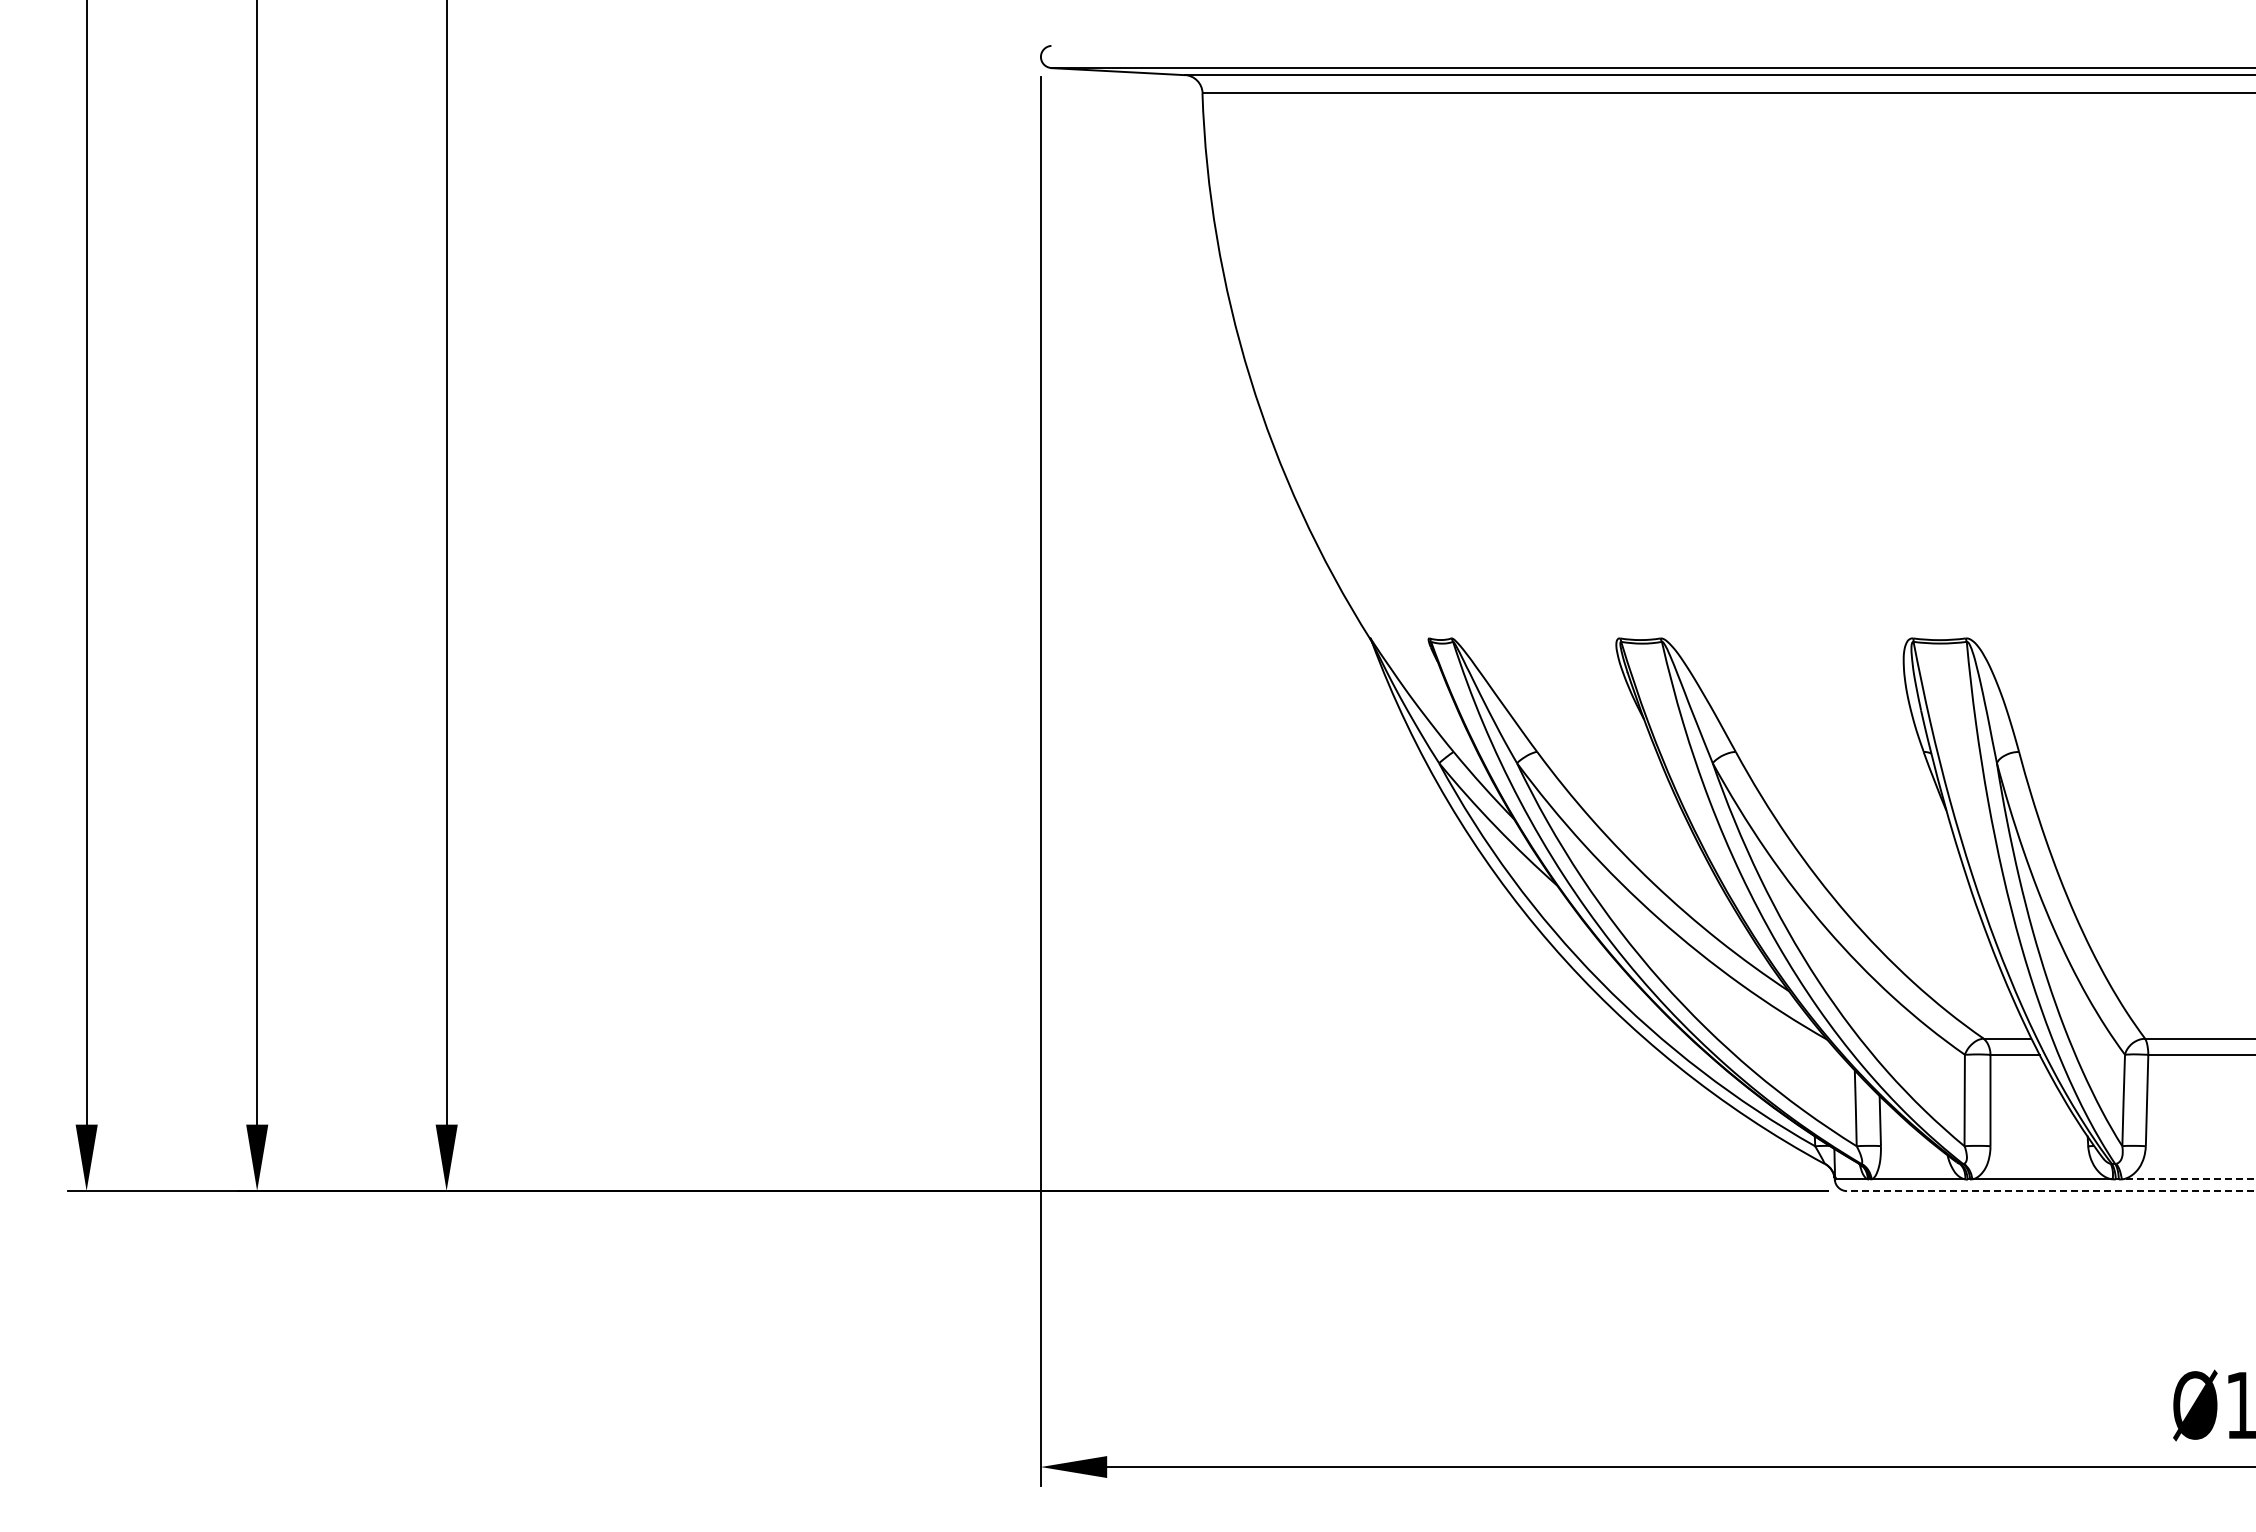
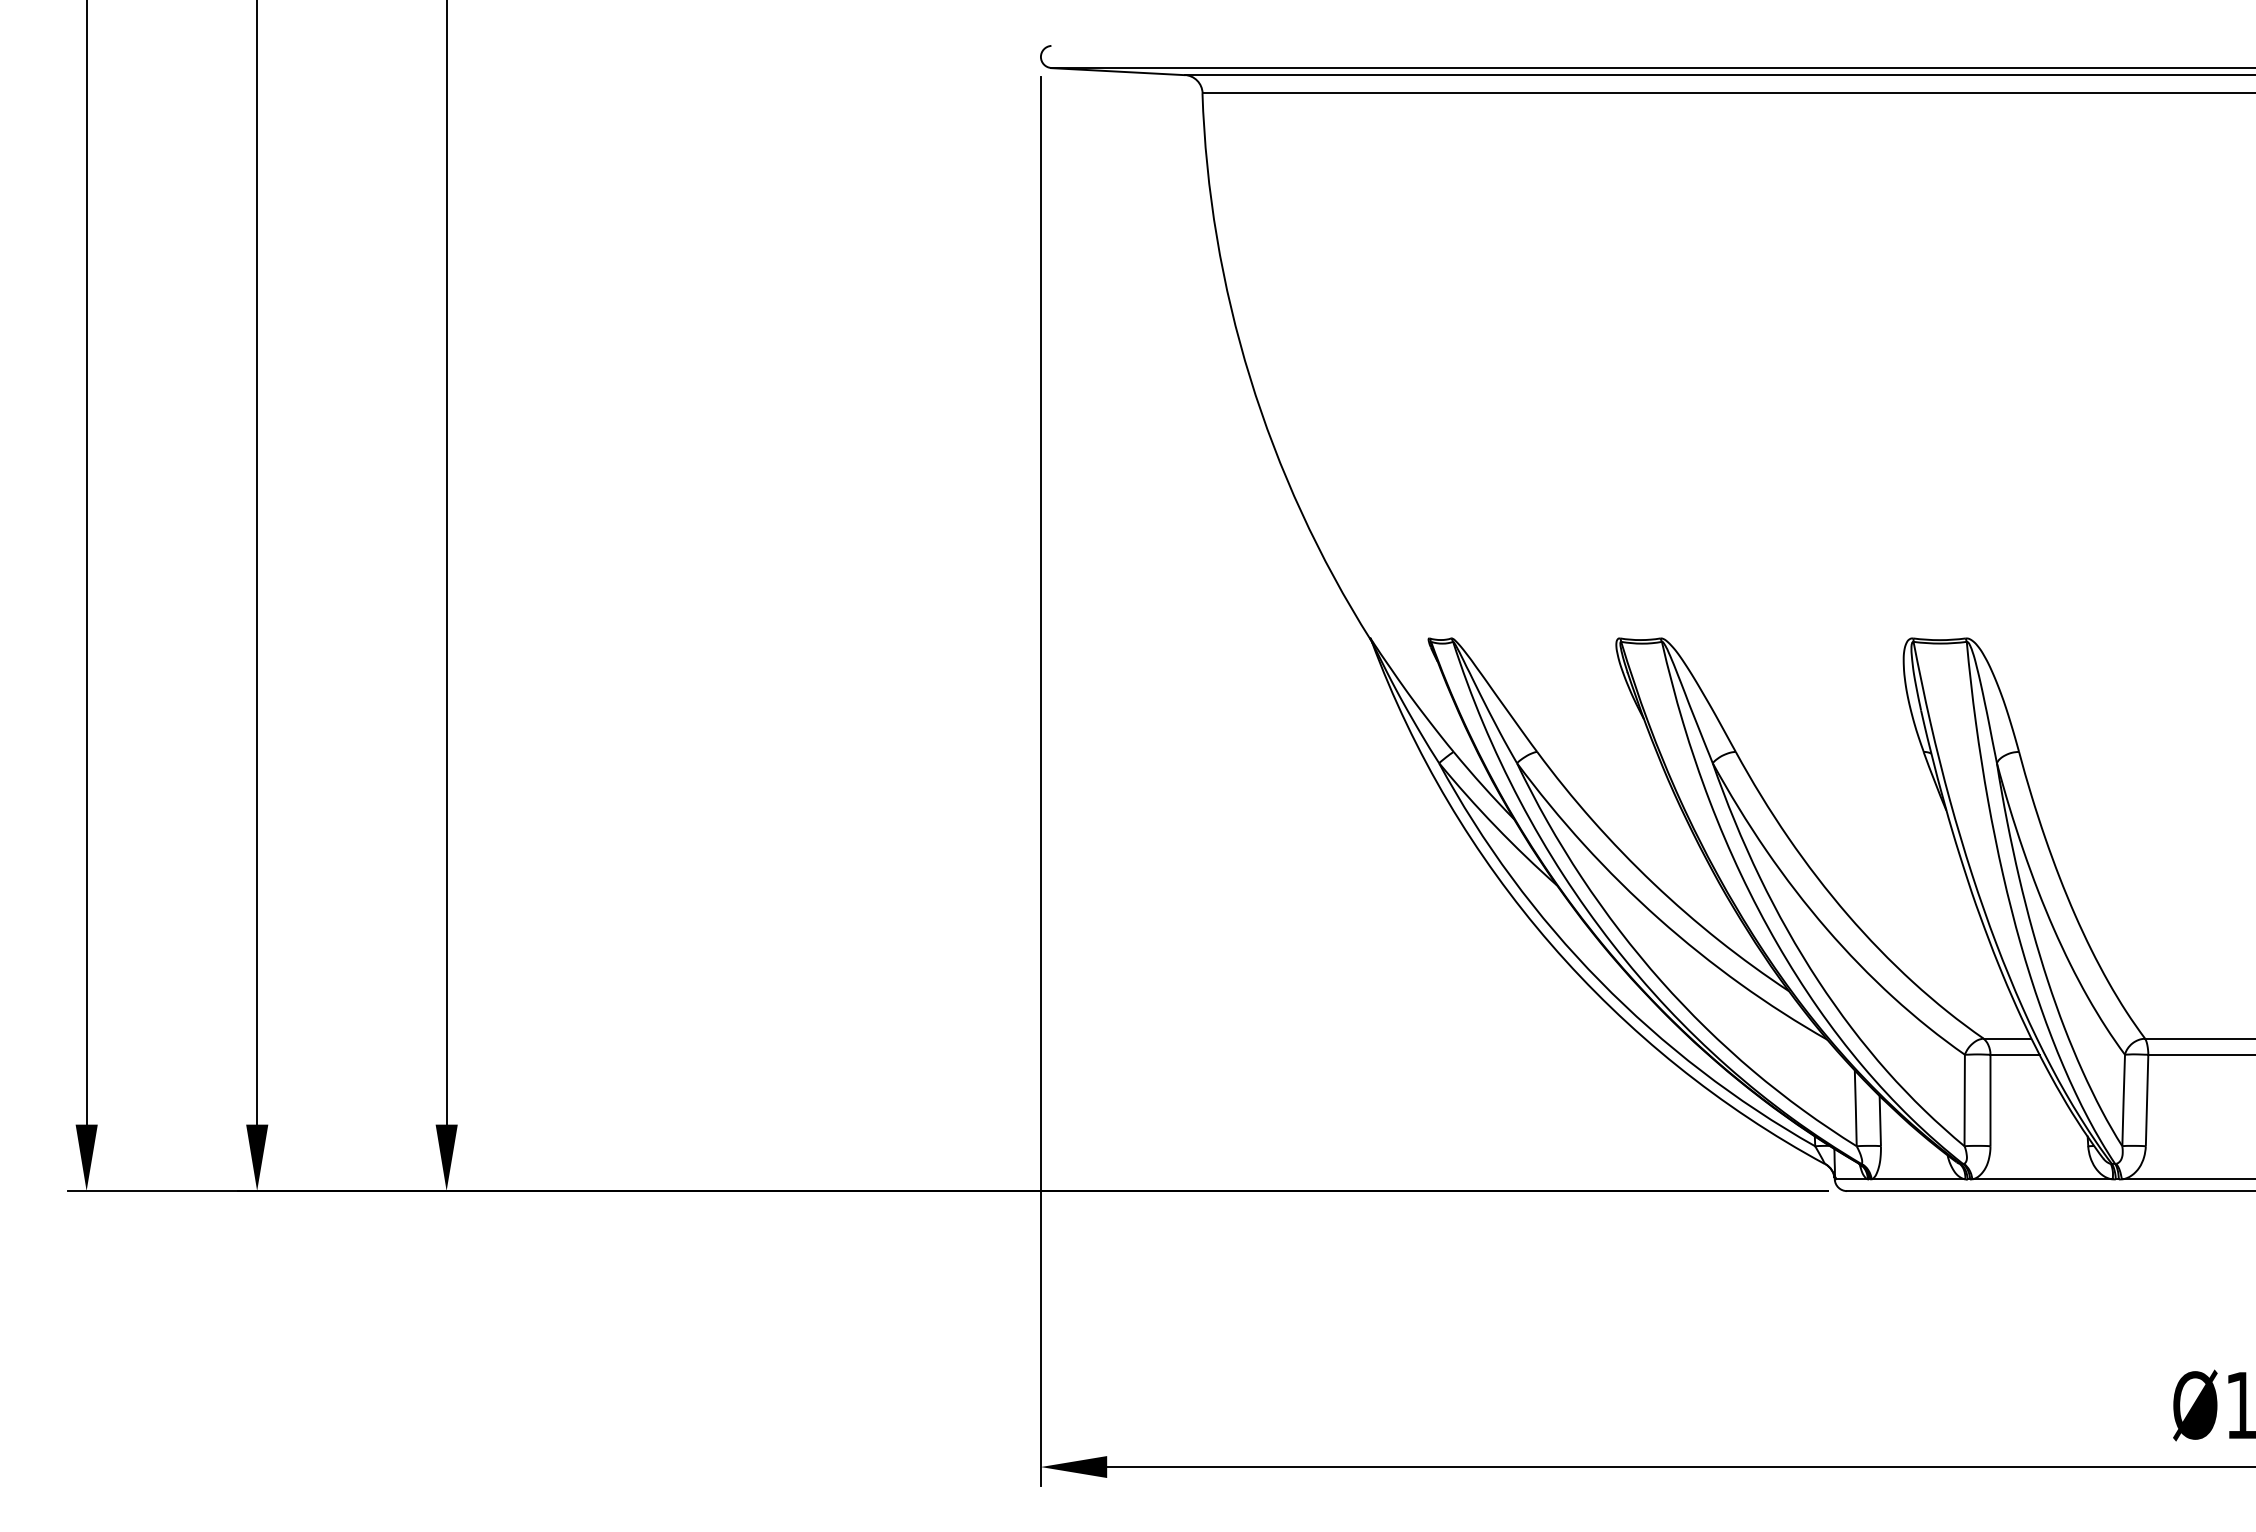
line at (2188, 1179): dashed -> solid
line at (2050, 1190): dashed -> solid
